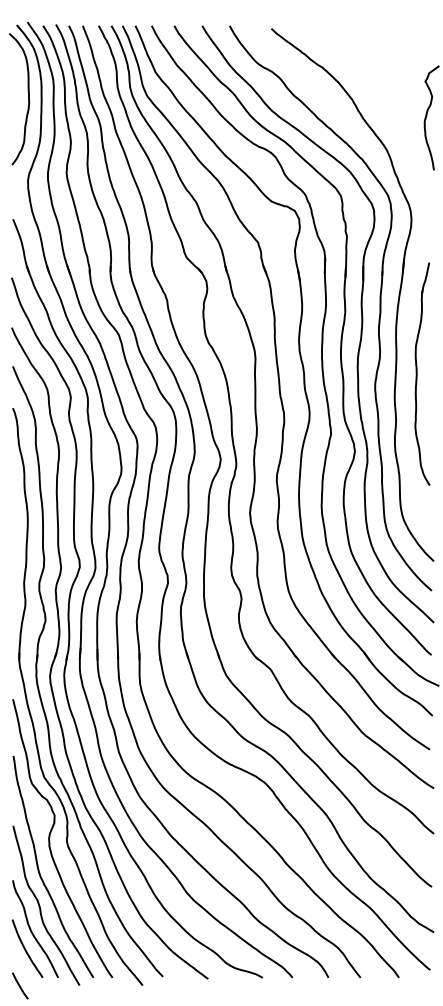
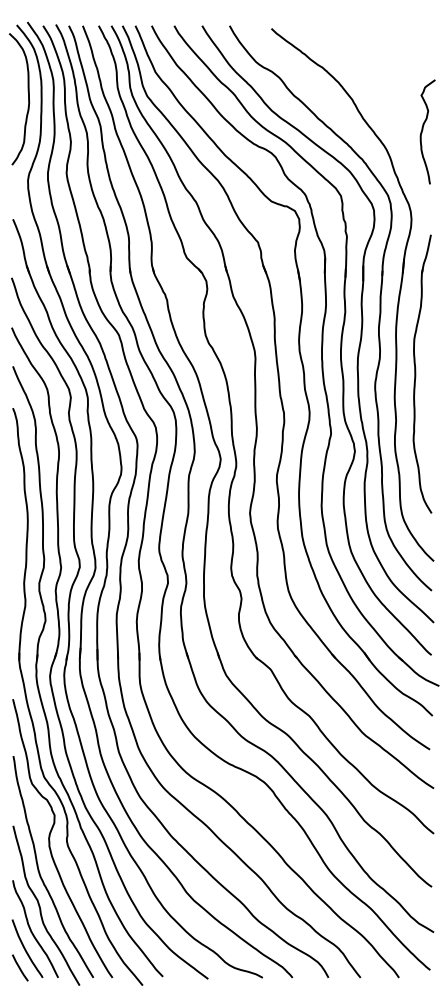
curve at (427, 116) position: (427, 116) -> (423, 130)
part at (422, 373) size: 17x224 px -> 21x280 px
line at (20, 985) position: (20, 985) -> (20, 967)
